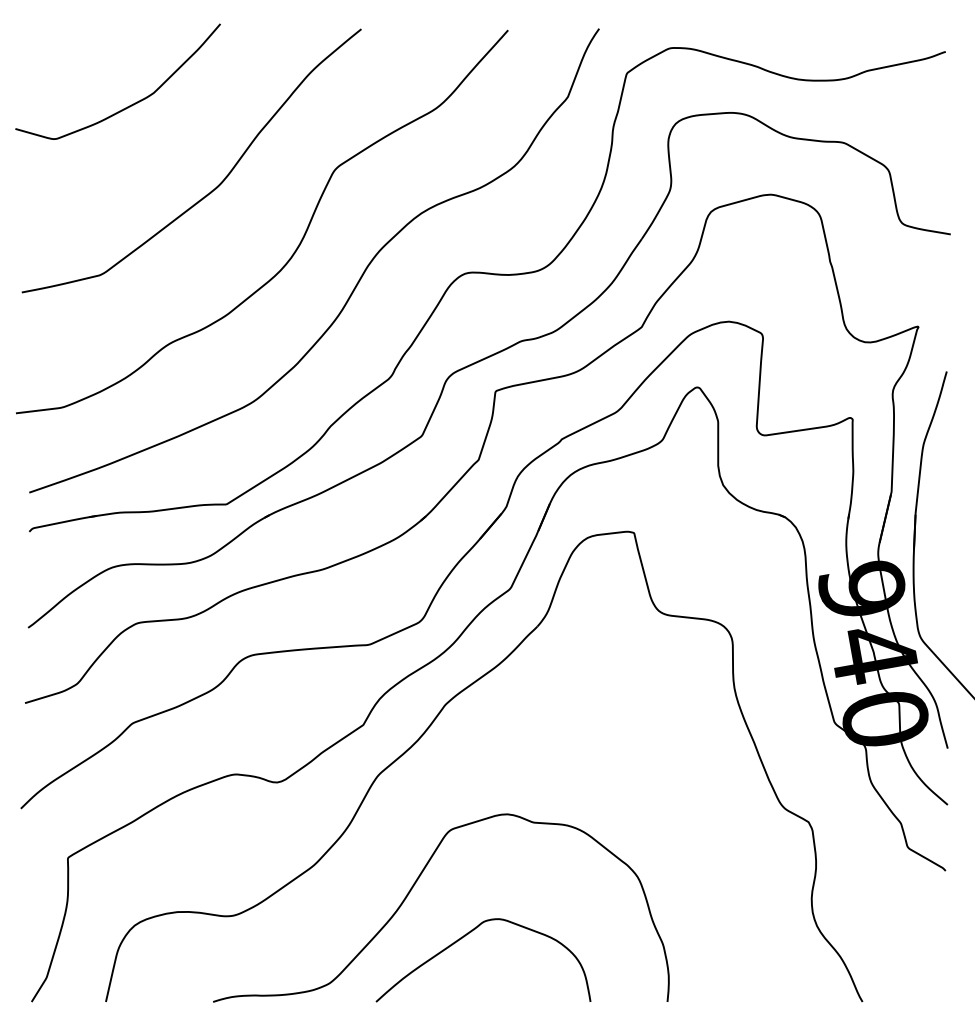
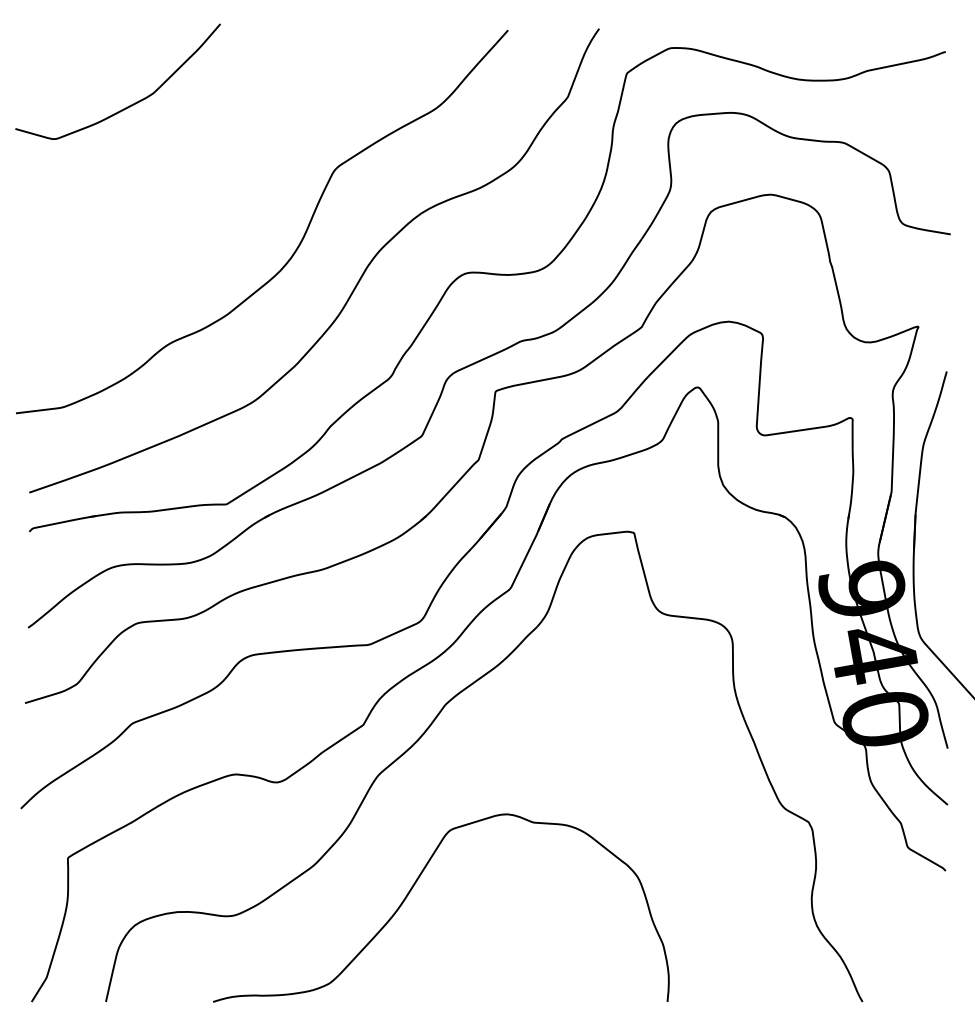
curve at (211, 190): present -> none
curve at (464, 937): present -> none
